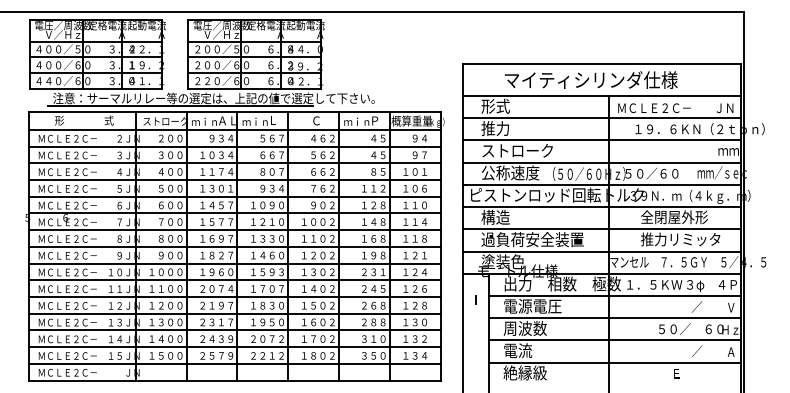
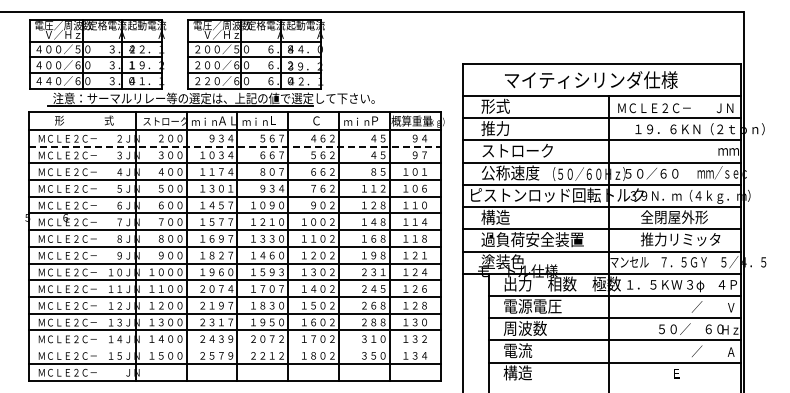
line at (234, 146): solid -> dashed
line at (475, 299): present -> none
line at (234, 347): present -> none
text at (524, 372): 絶縁級 -> 構造
